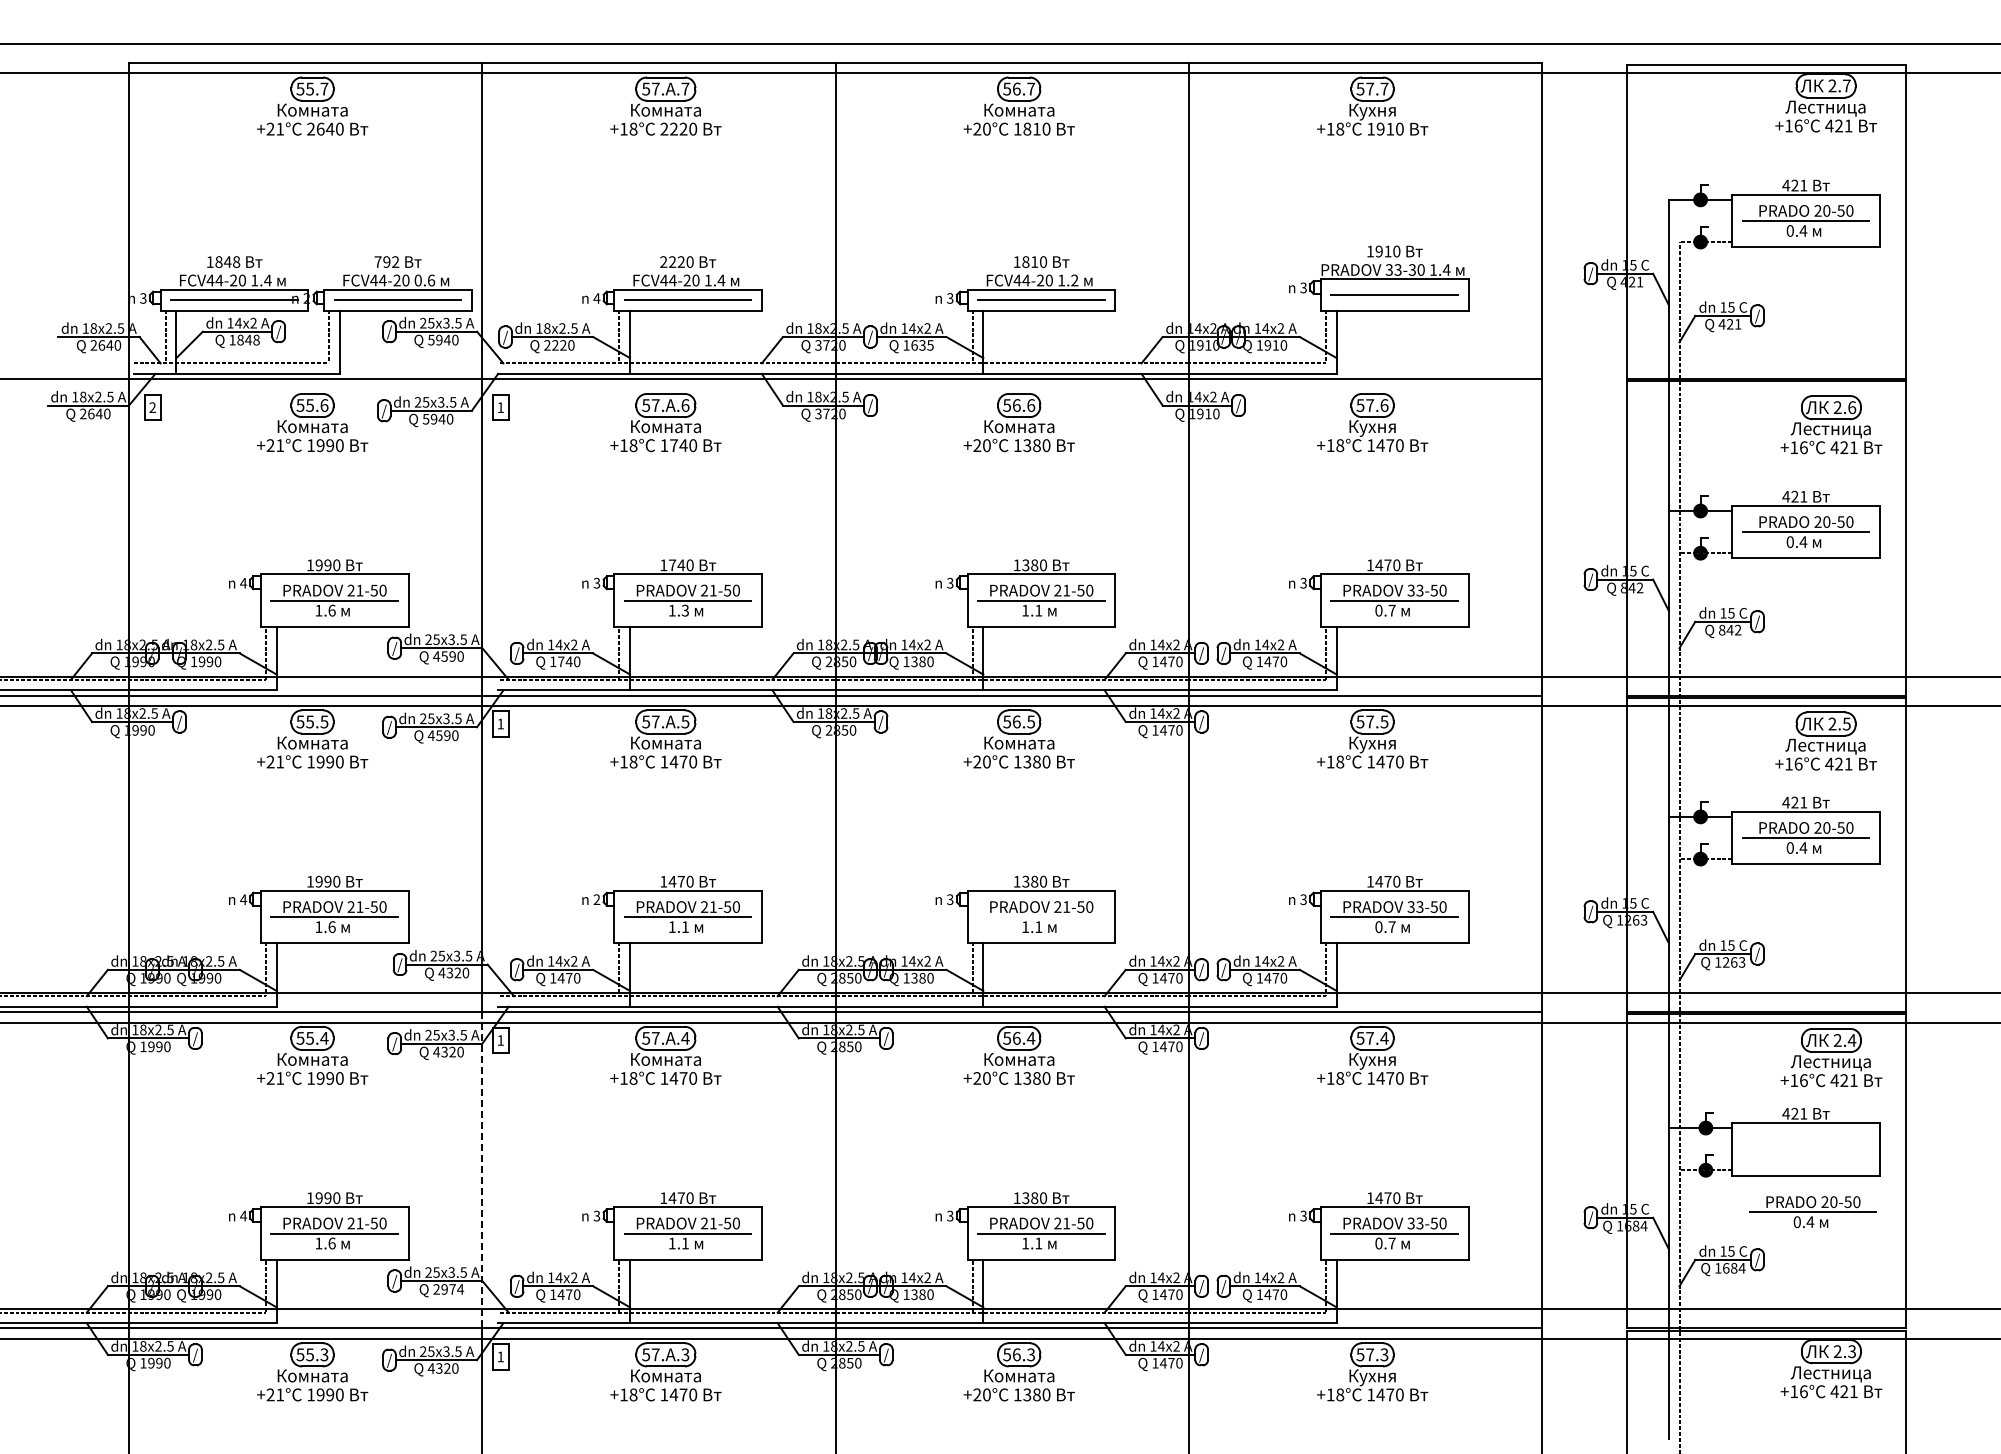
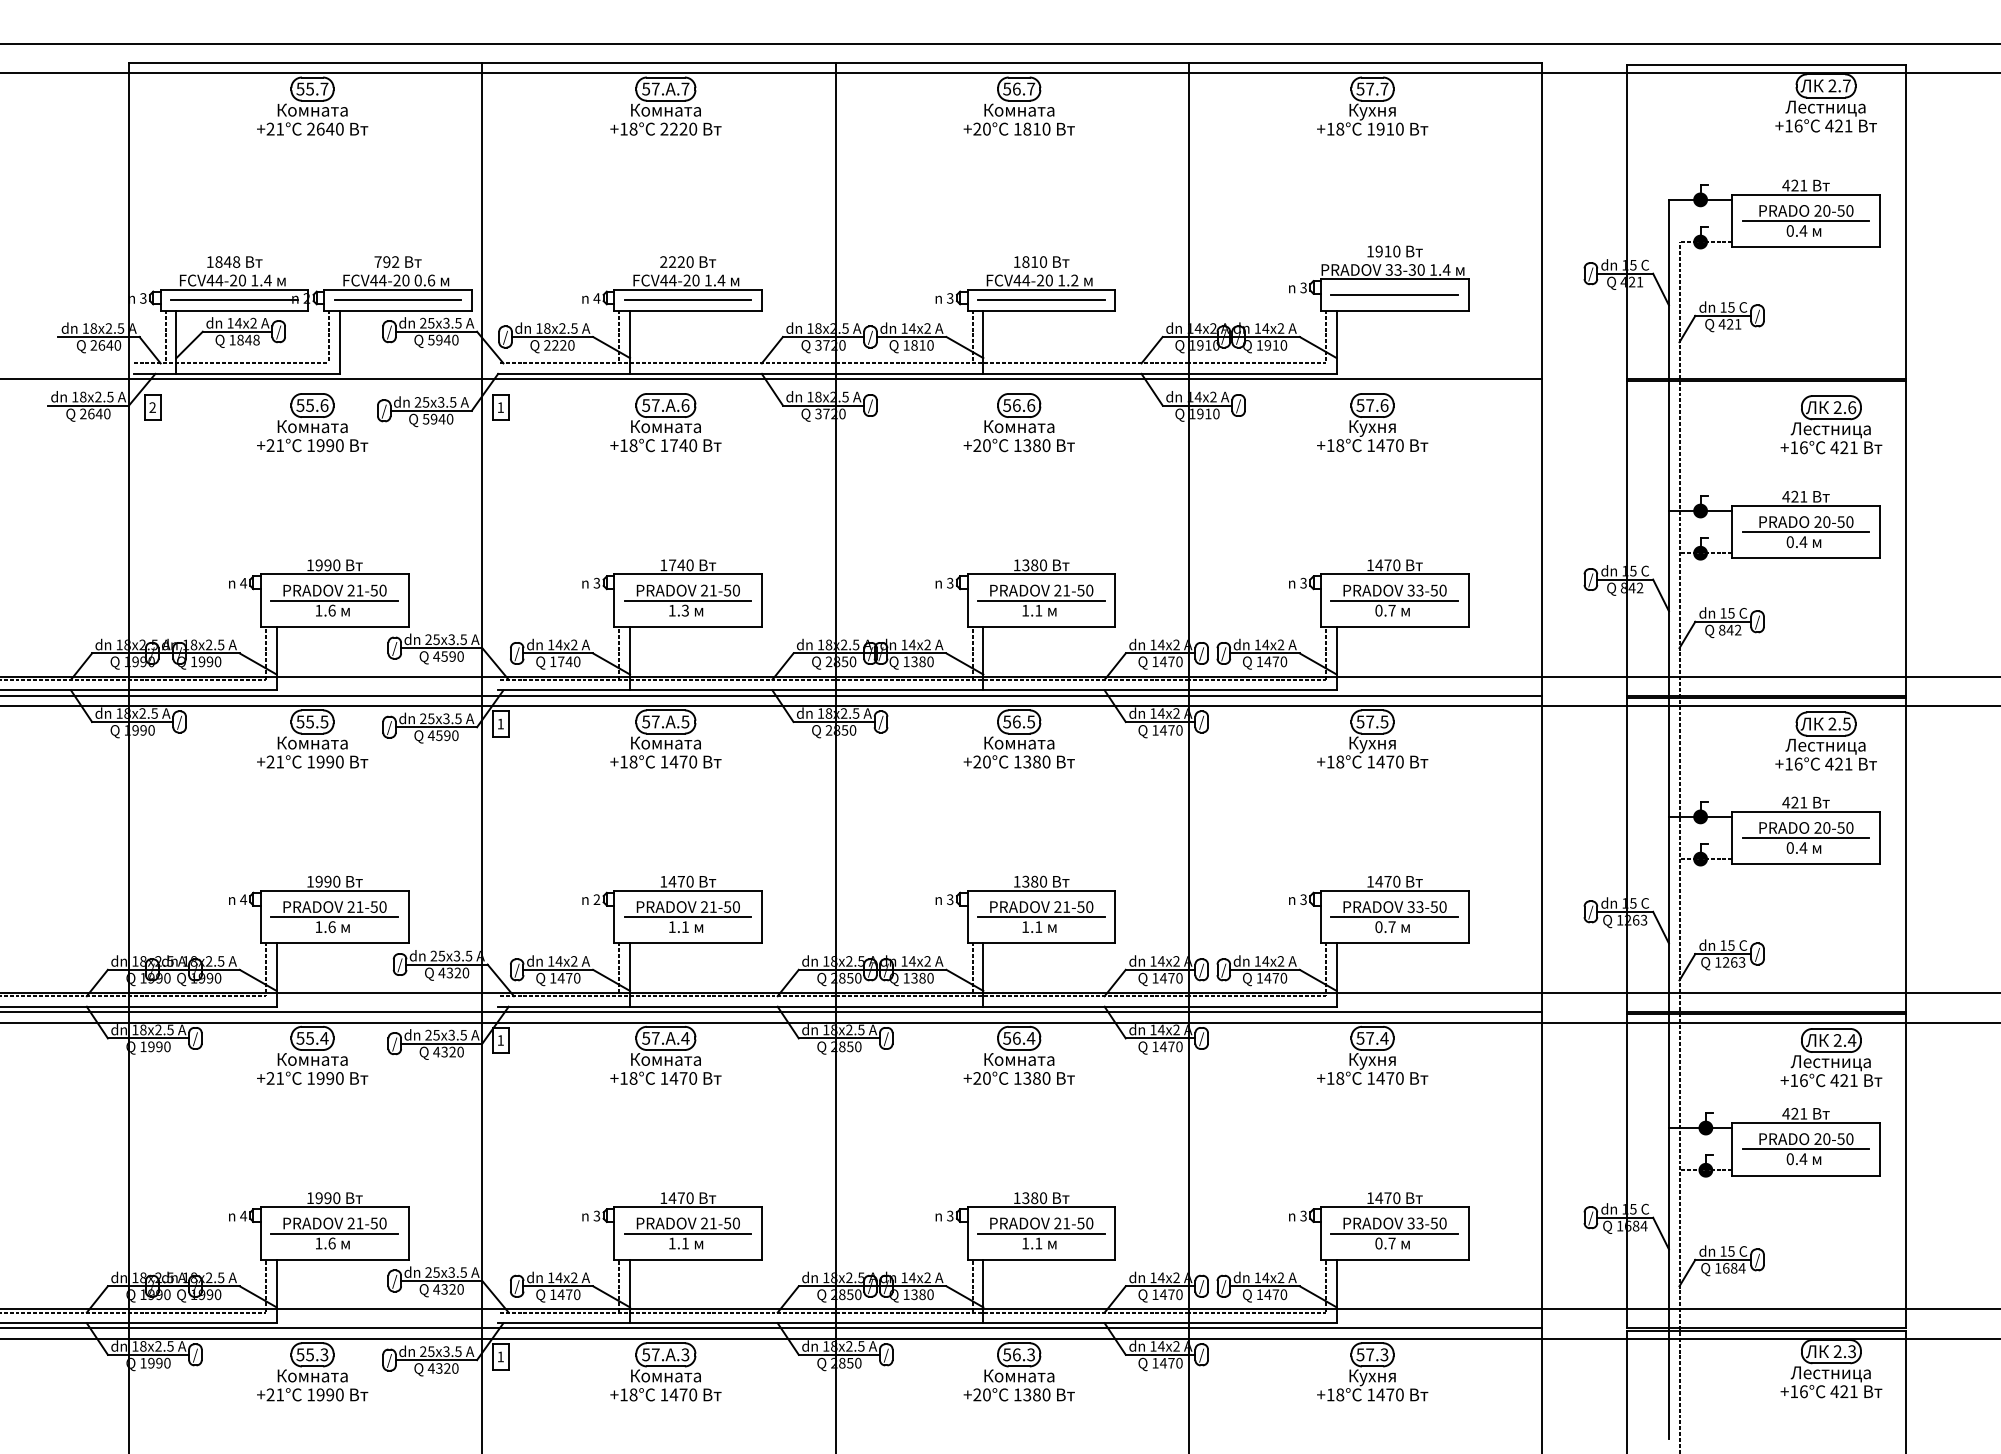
text at (922, 345): 1635 -> 1810
line at (1041, 917): none -> present
line at (482, 1170): dashed -> solid
part at (1812, 1212) position: (1812, 1212) -> (1805, 1149)
text at (448, 1289): 2974 -> 4320
